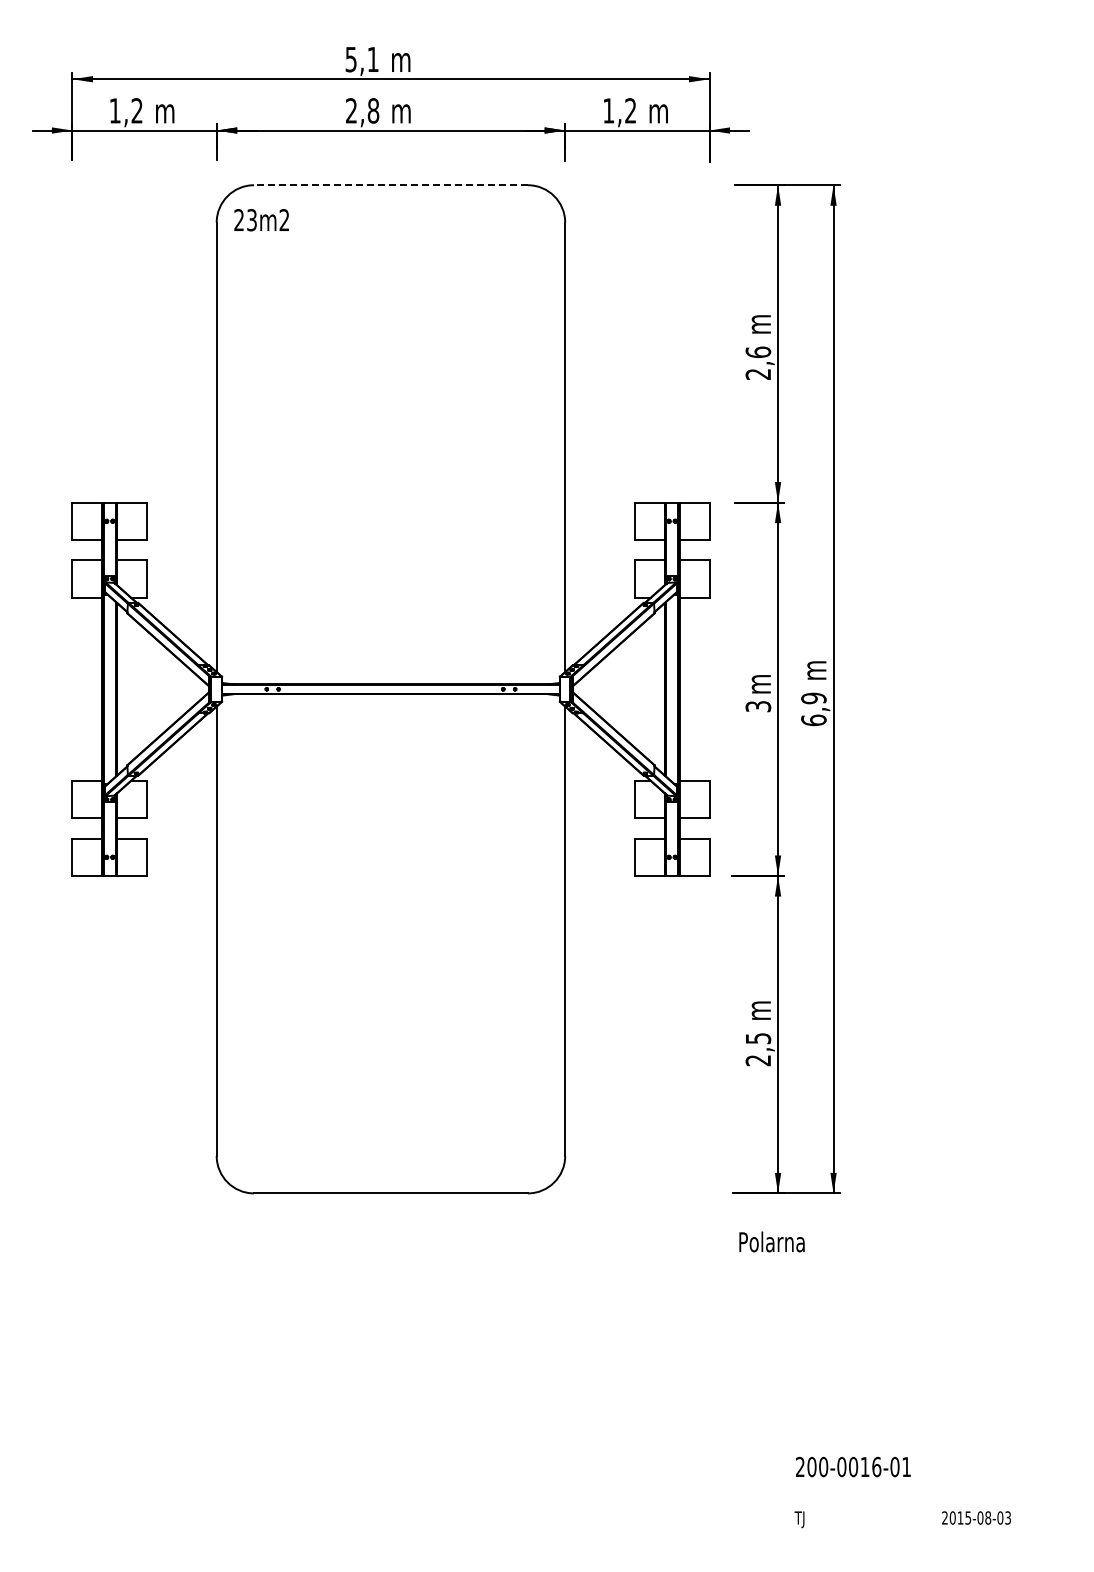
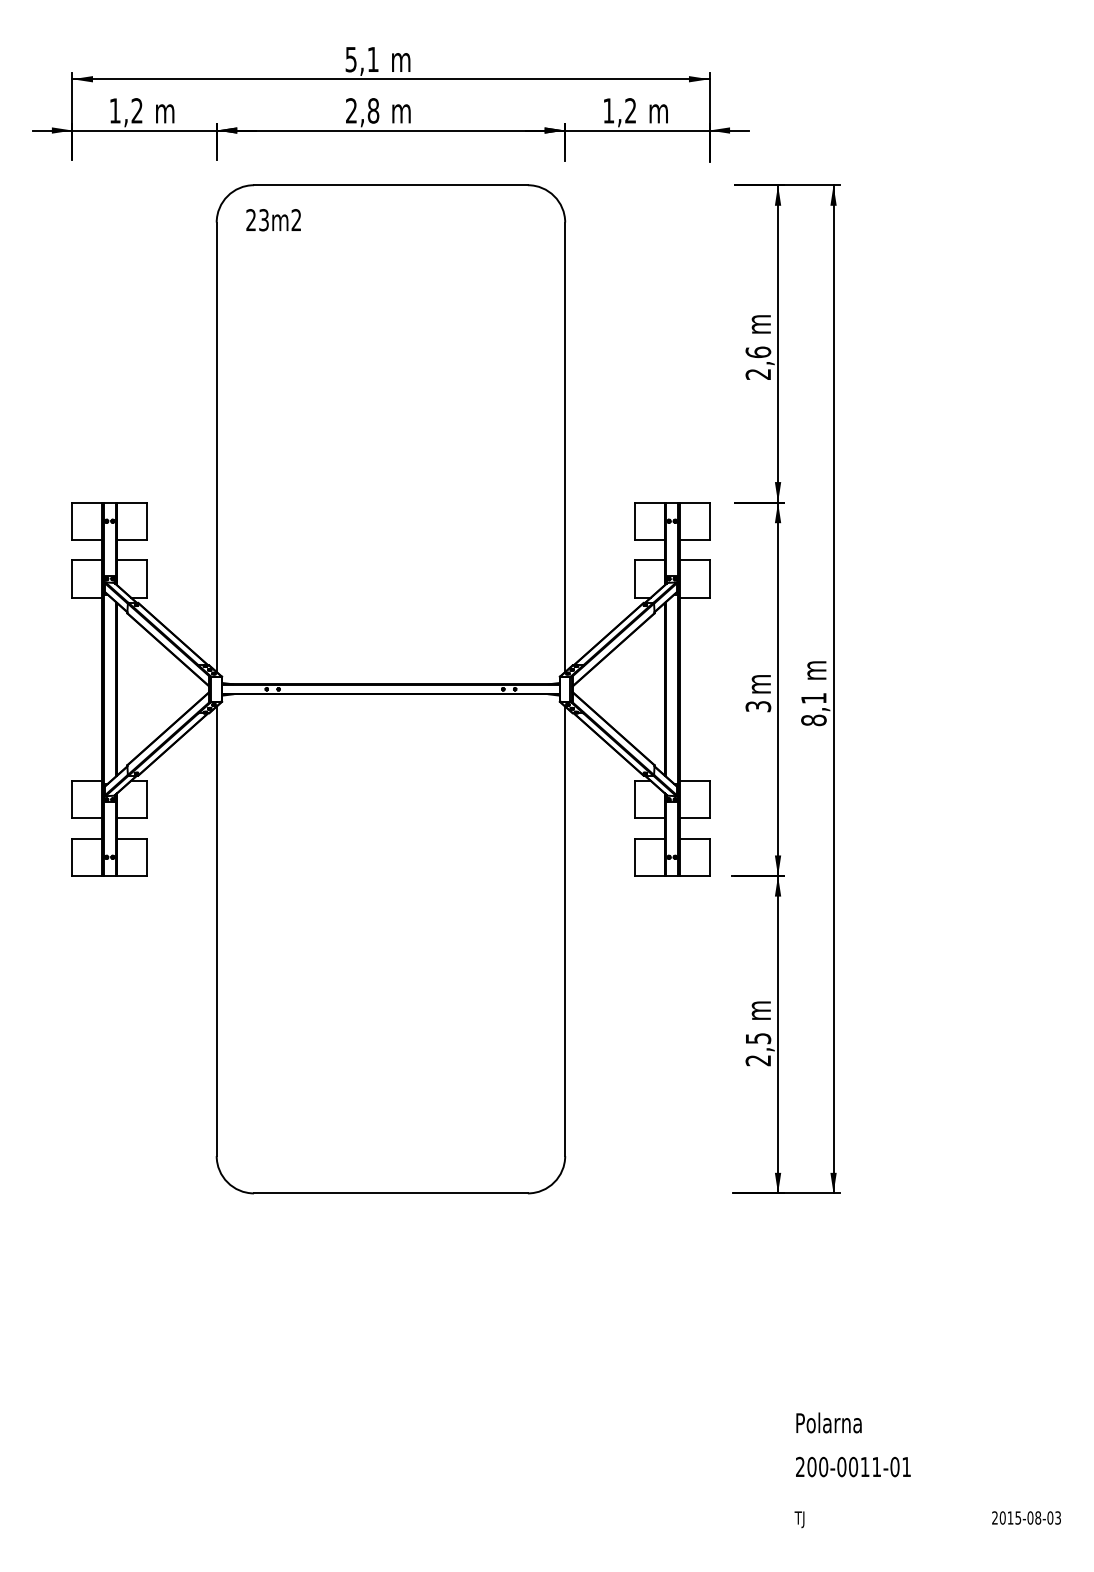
line at (390, 185): dashed -> solid
text at (261, 220) position: (261, 220) -> (273, 220)
text at (813, 709): 6,9 -> 8,1
text at (771, 1241) position: (771, 1241) -> (828, 1422)
text at (876, 1466): 200-0016-01 -> 200-0011-01
text at (976, 1517) position: (976, 1517) -> (1026, 1517)
